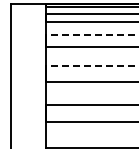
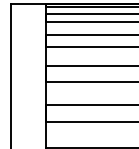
line at (91, 35): dashed -> solid
line at (91, 66): dashed -> solid
